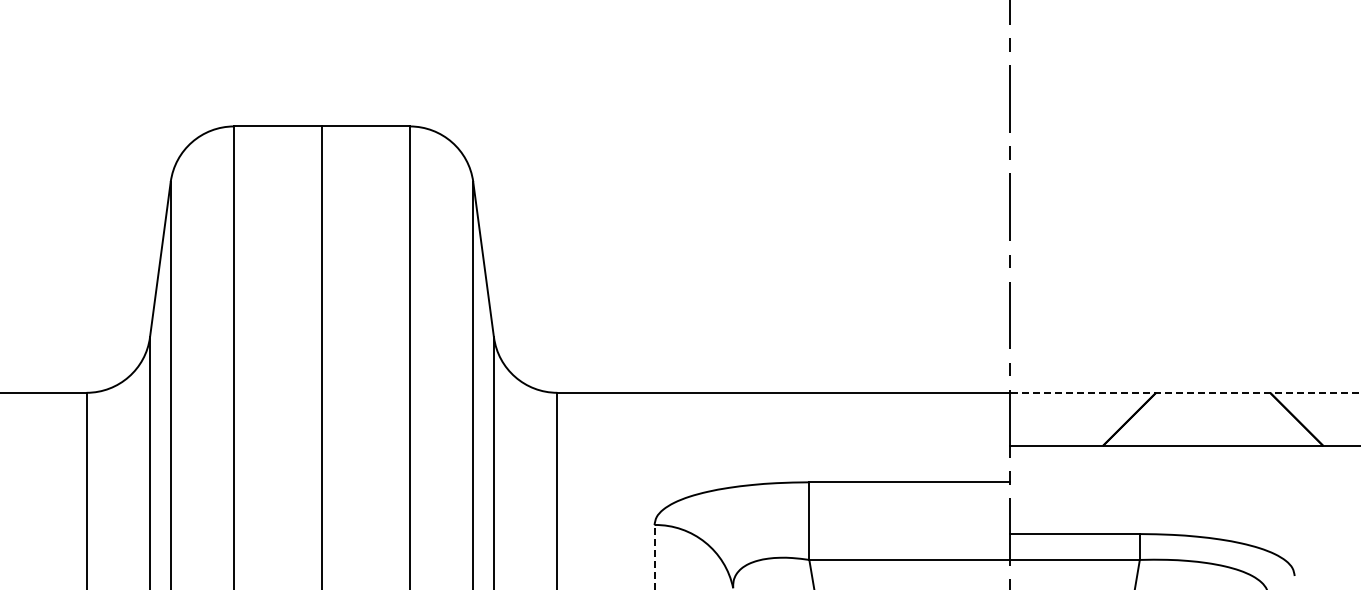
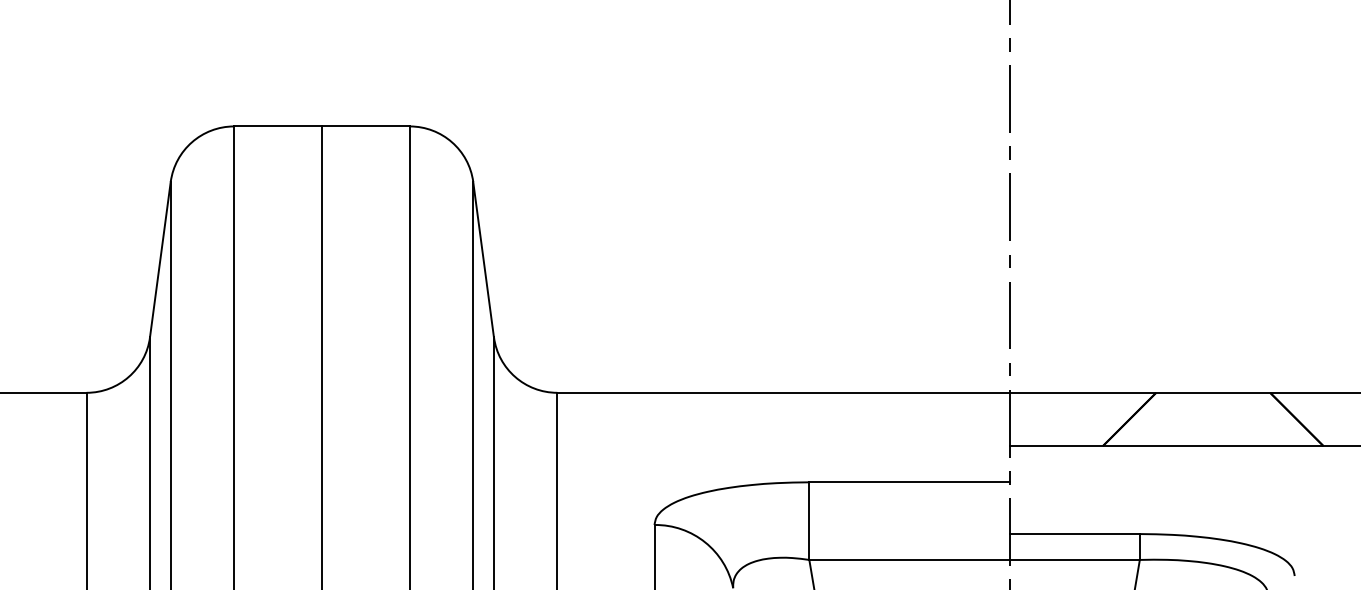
line at (1185, 392): dashed -> solid
line at (654, 557): dashed -> solid
